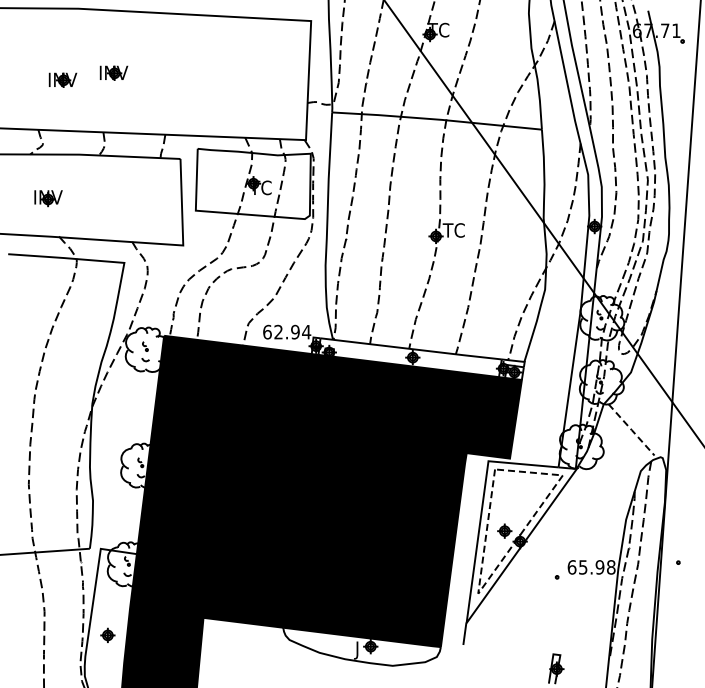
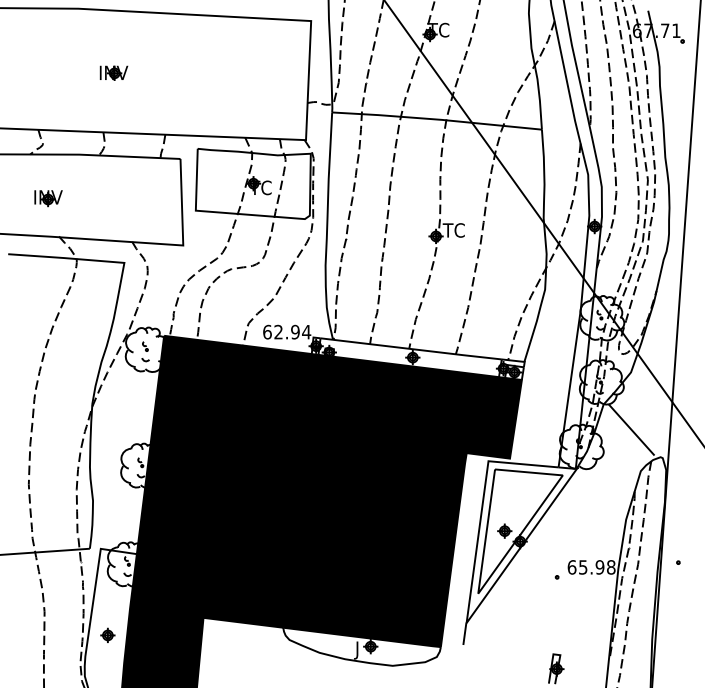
part at (62, 79): present -> none
line at (631, 430): dashed -> solid
line at (504, 557): dashed -> solid
